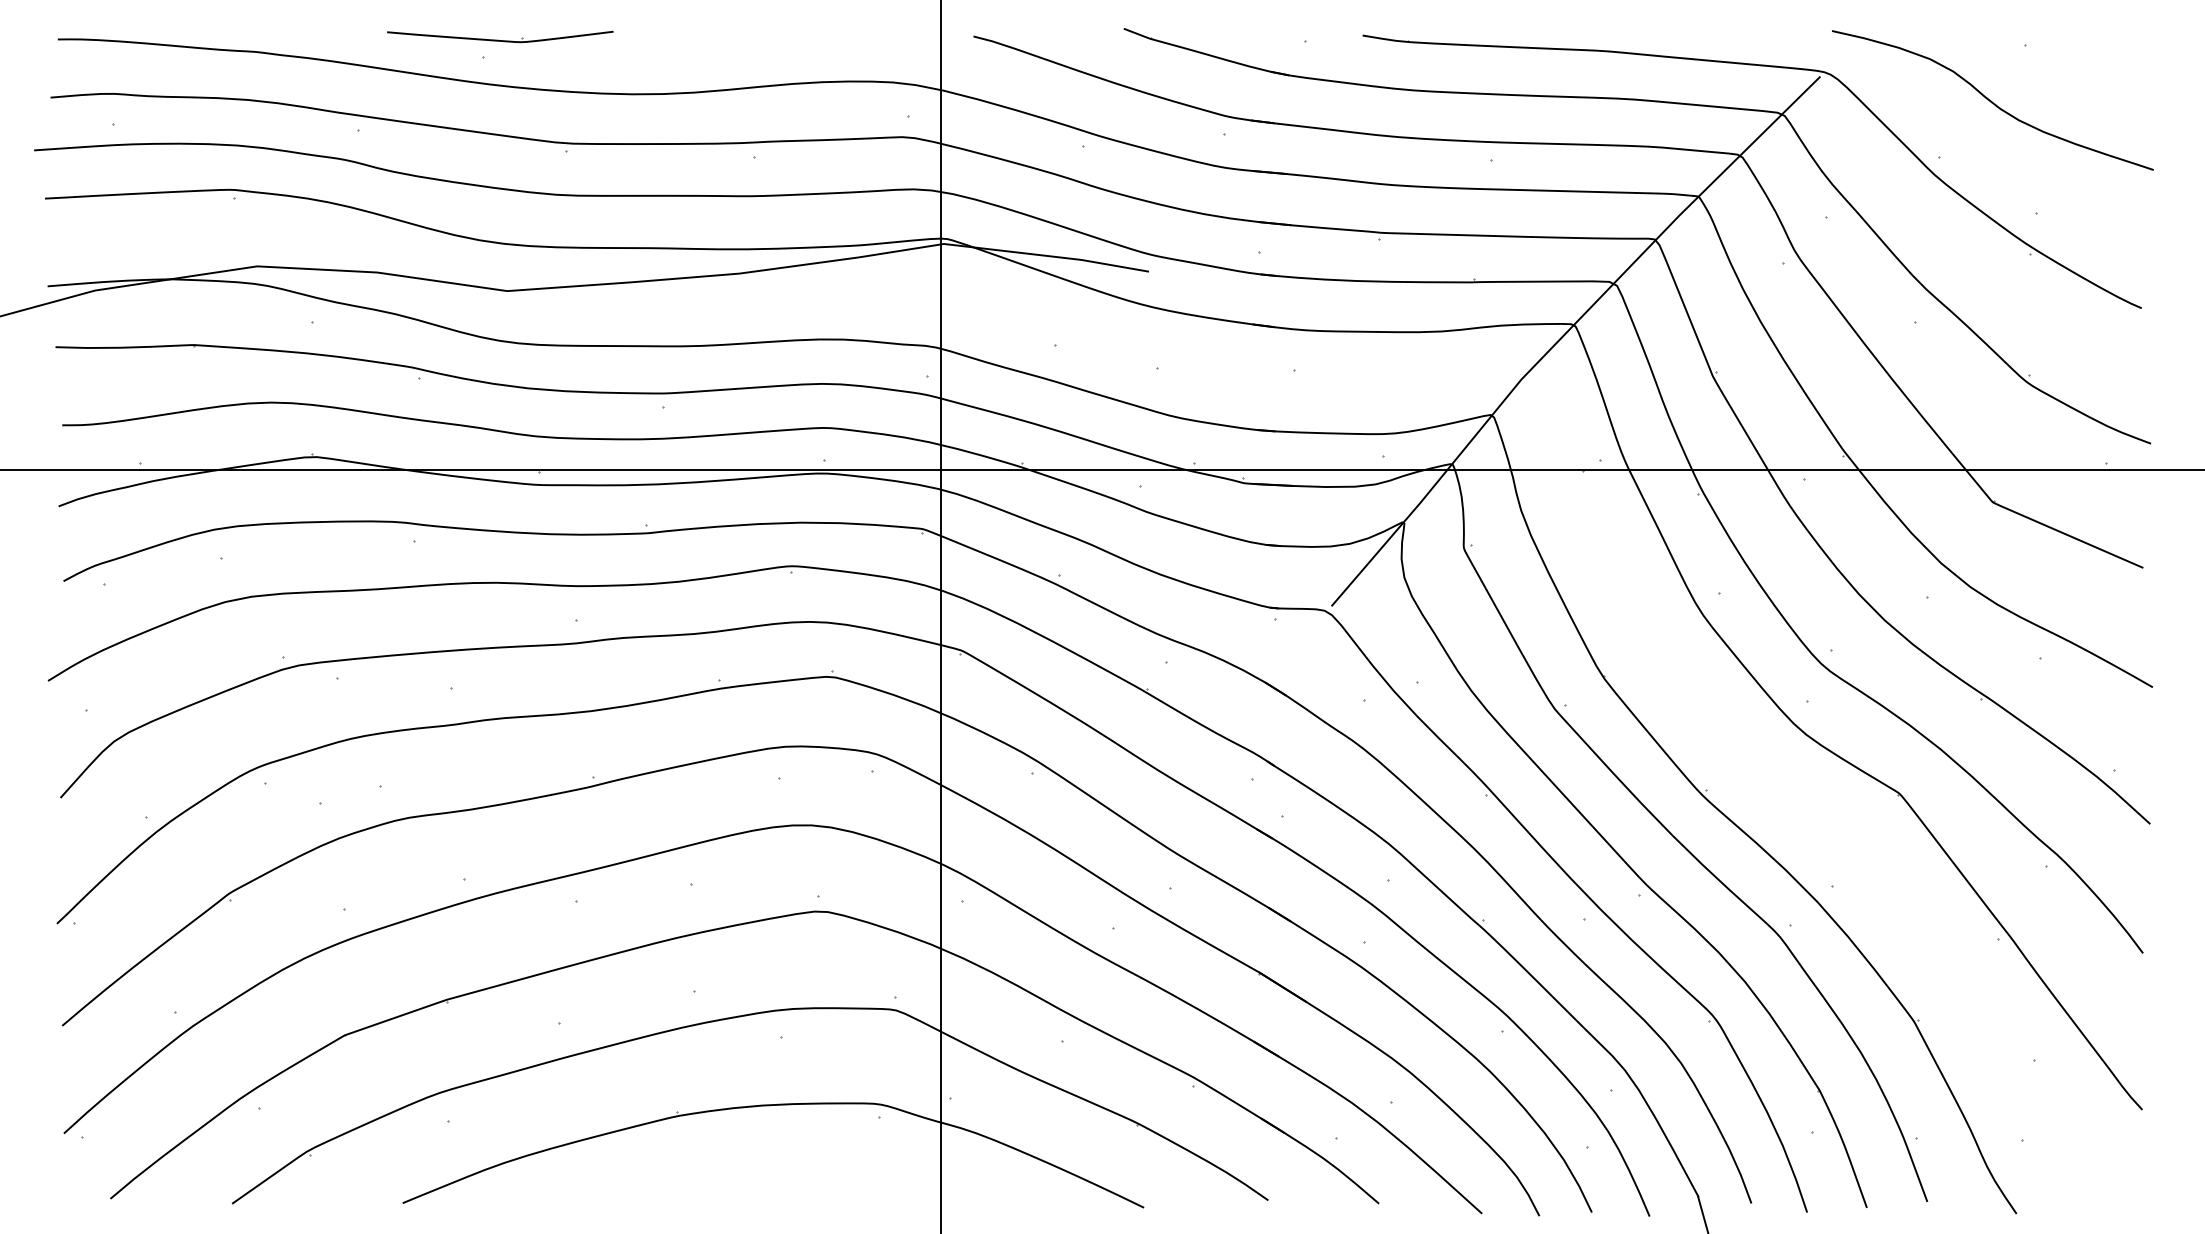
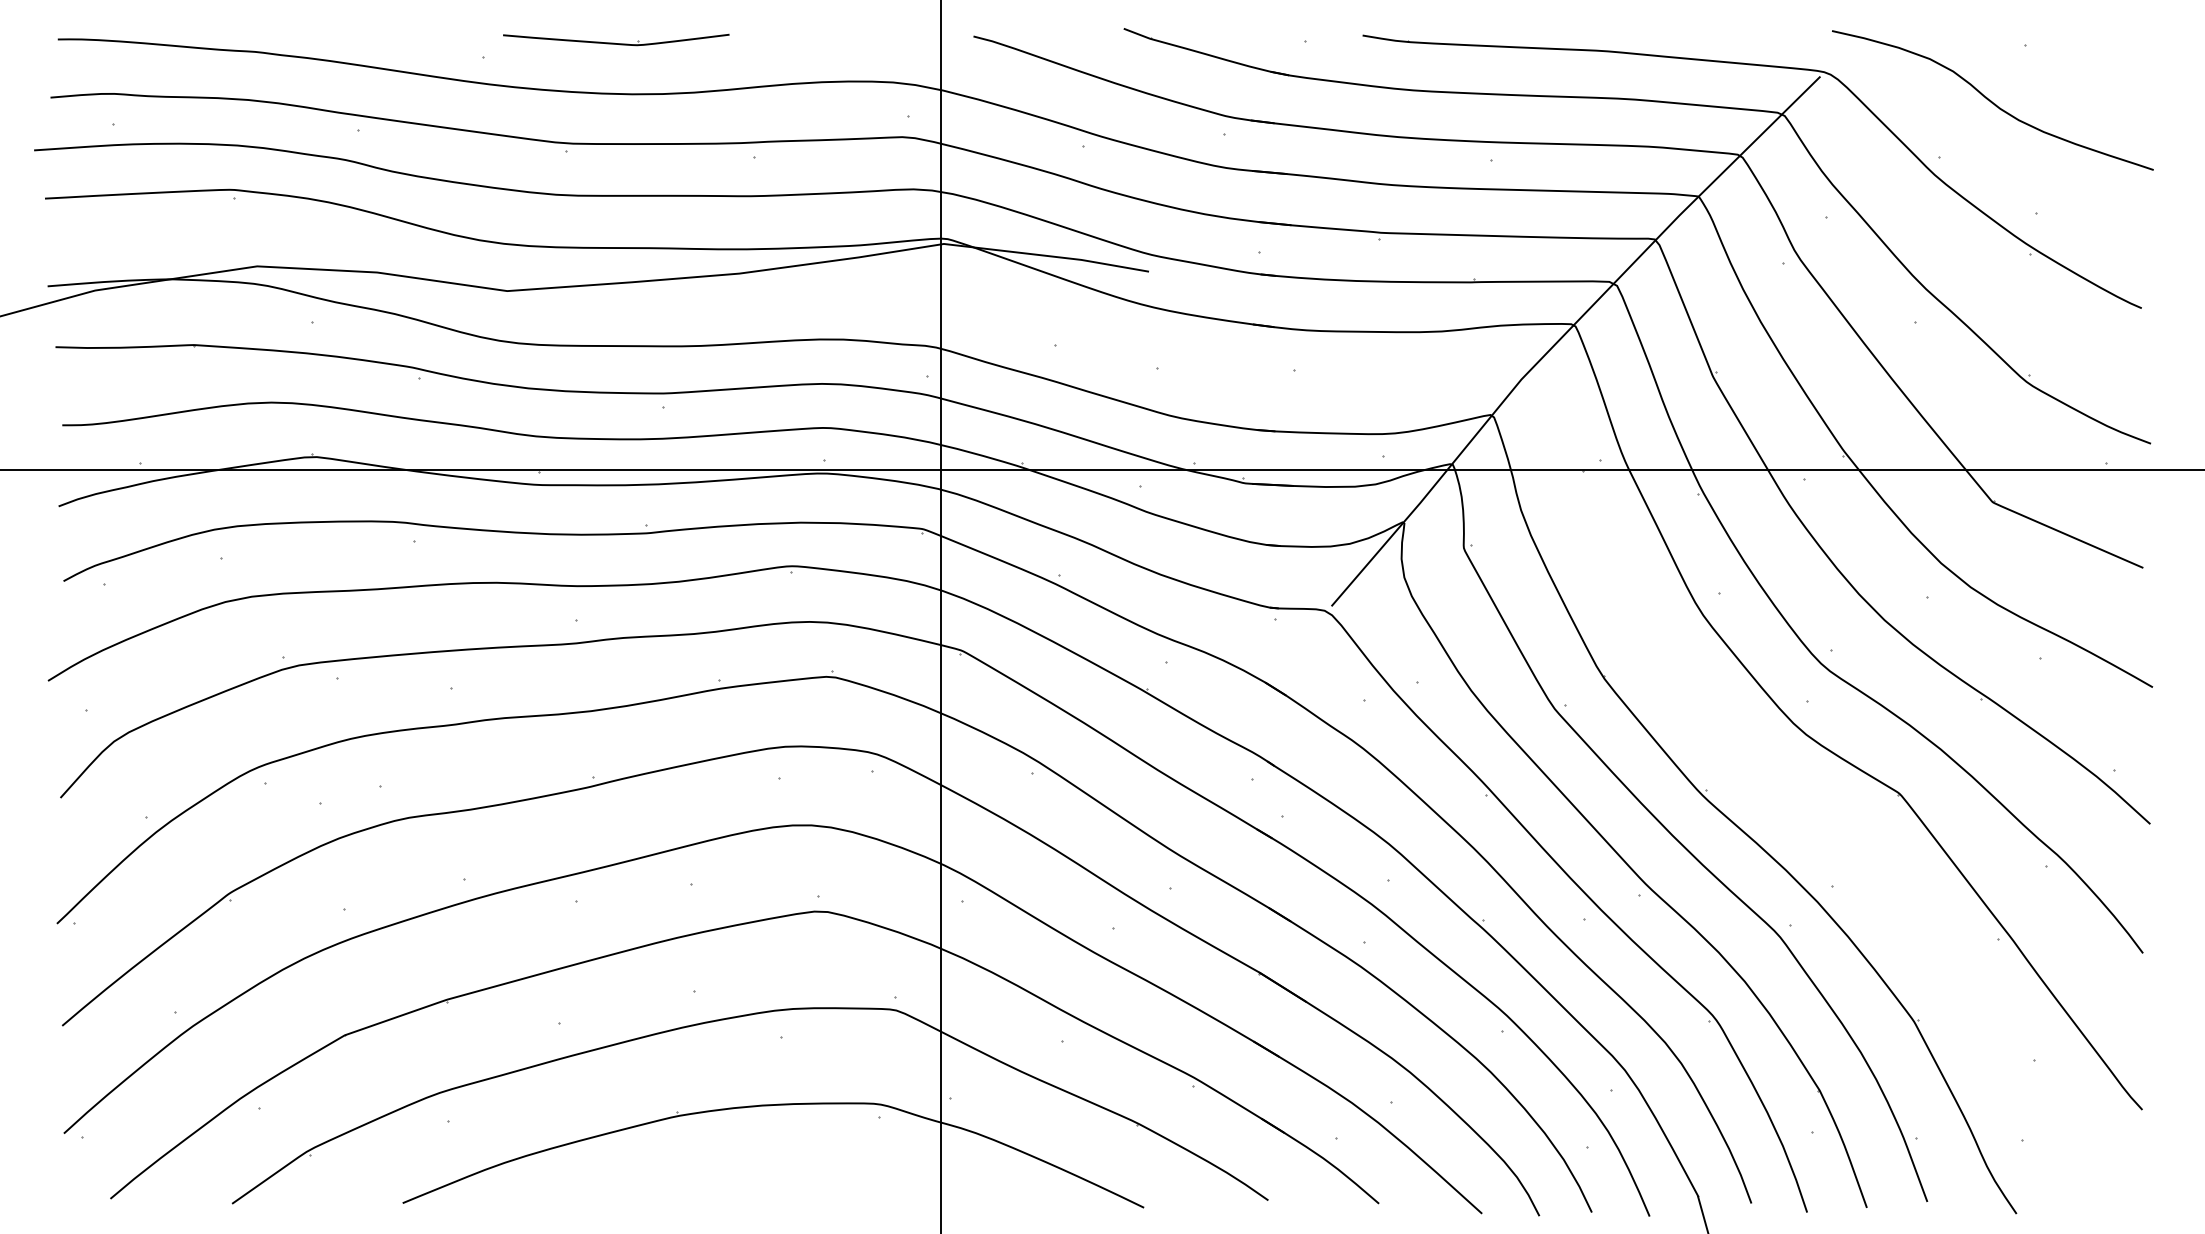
part at (500, 36) position: (500, 36) -> (616, 39)
